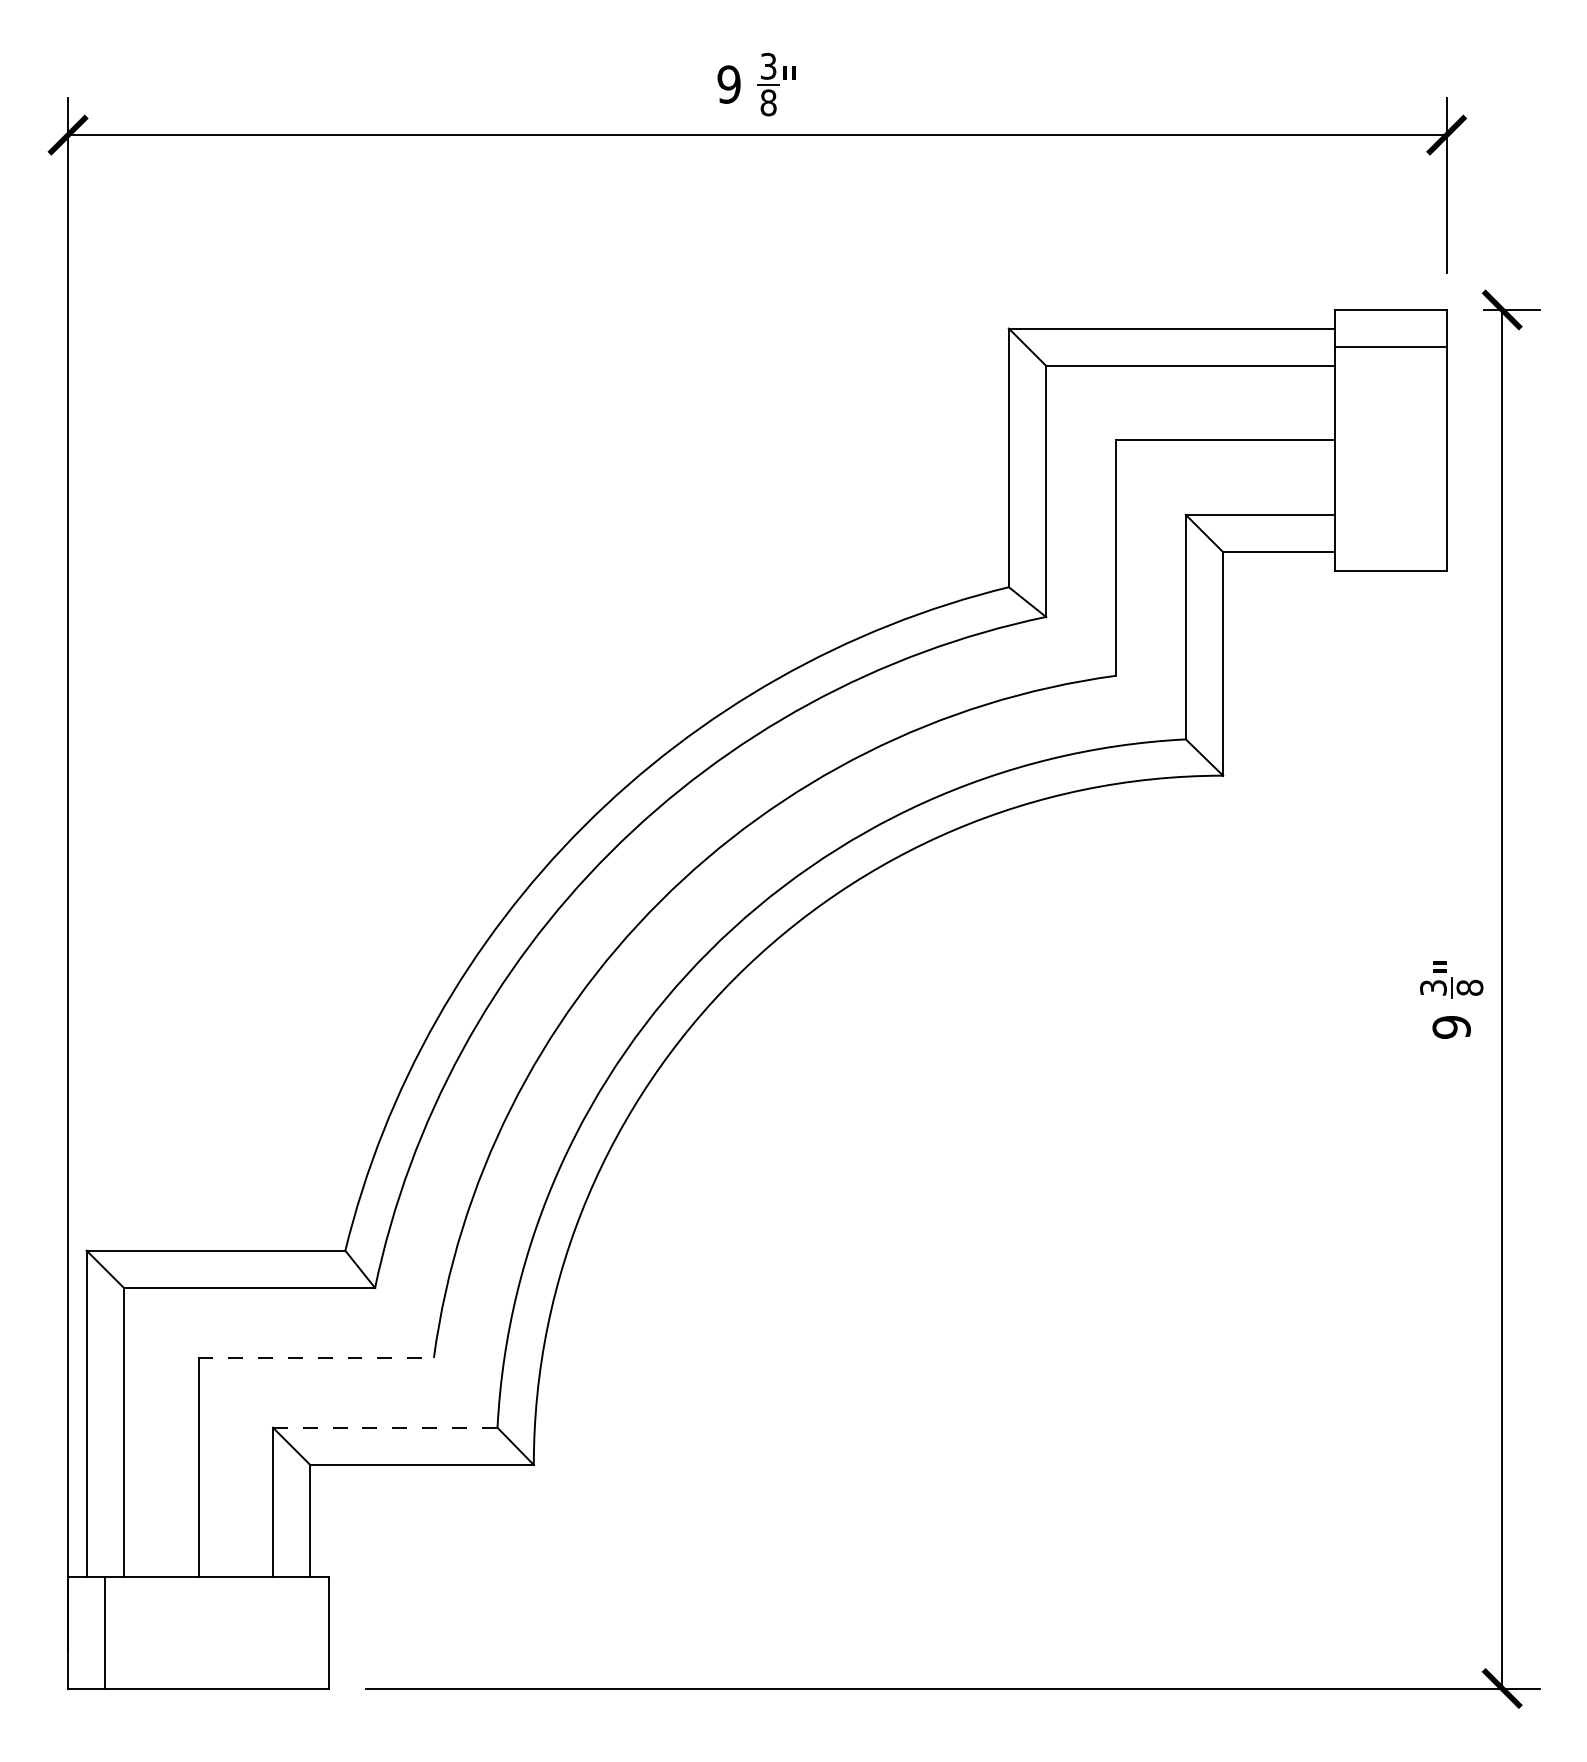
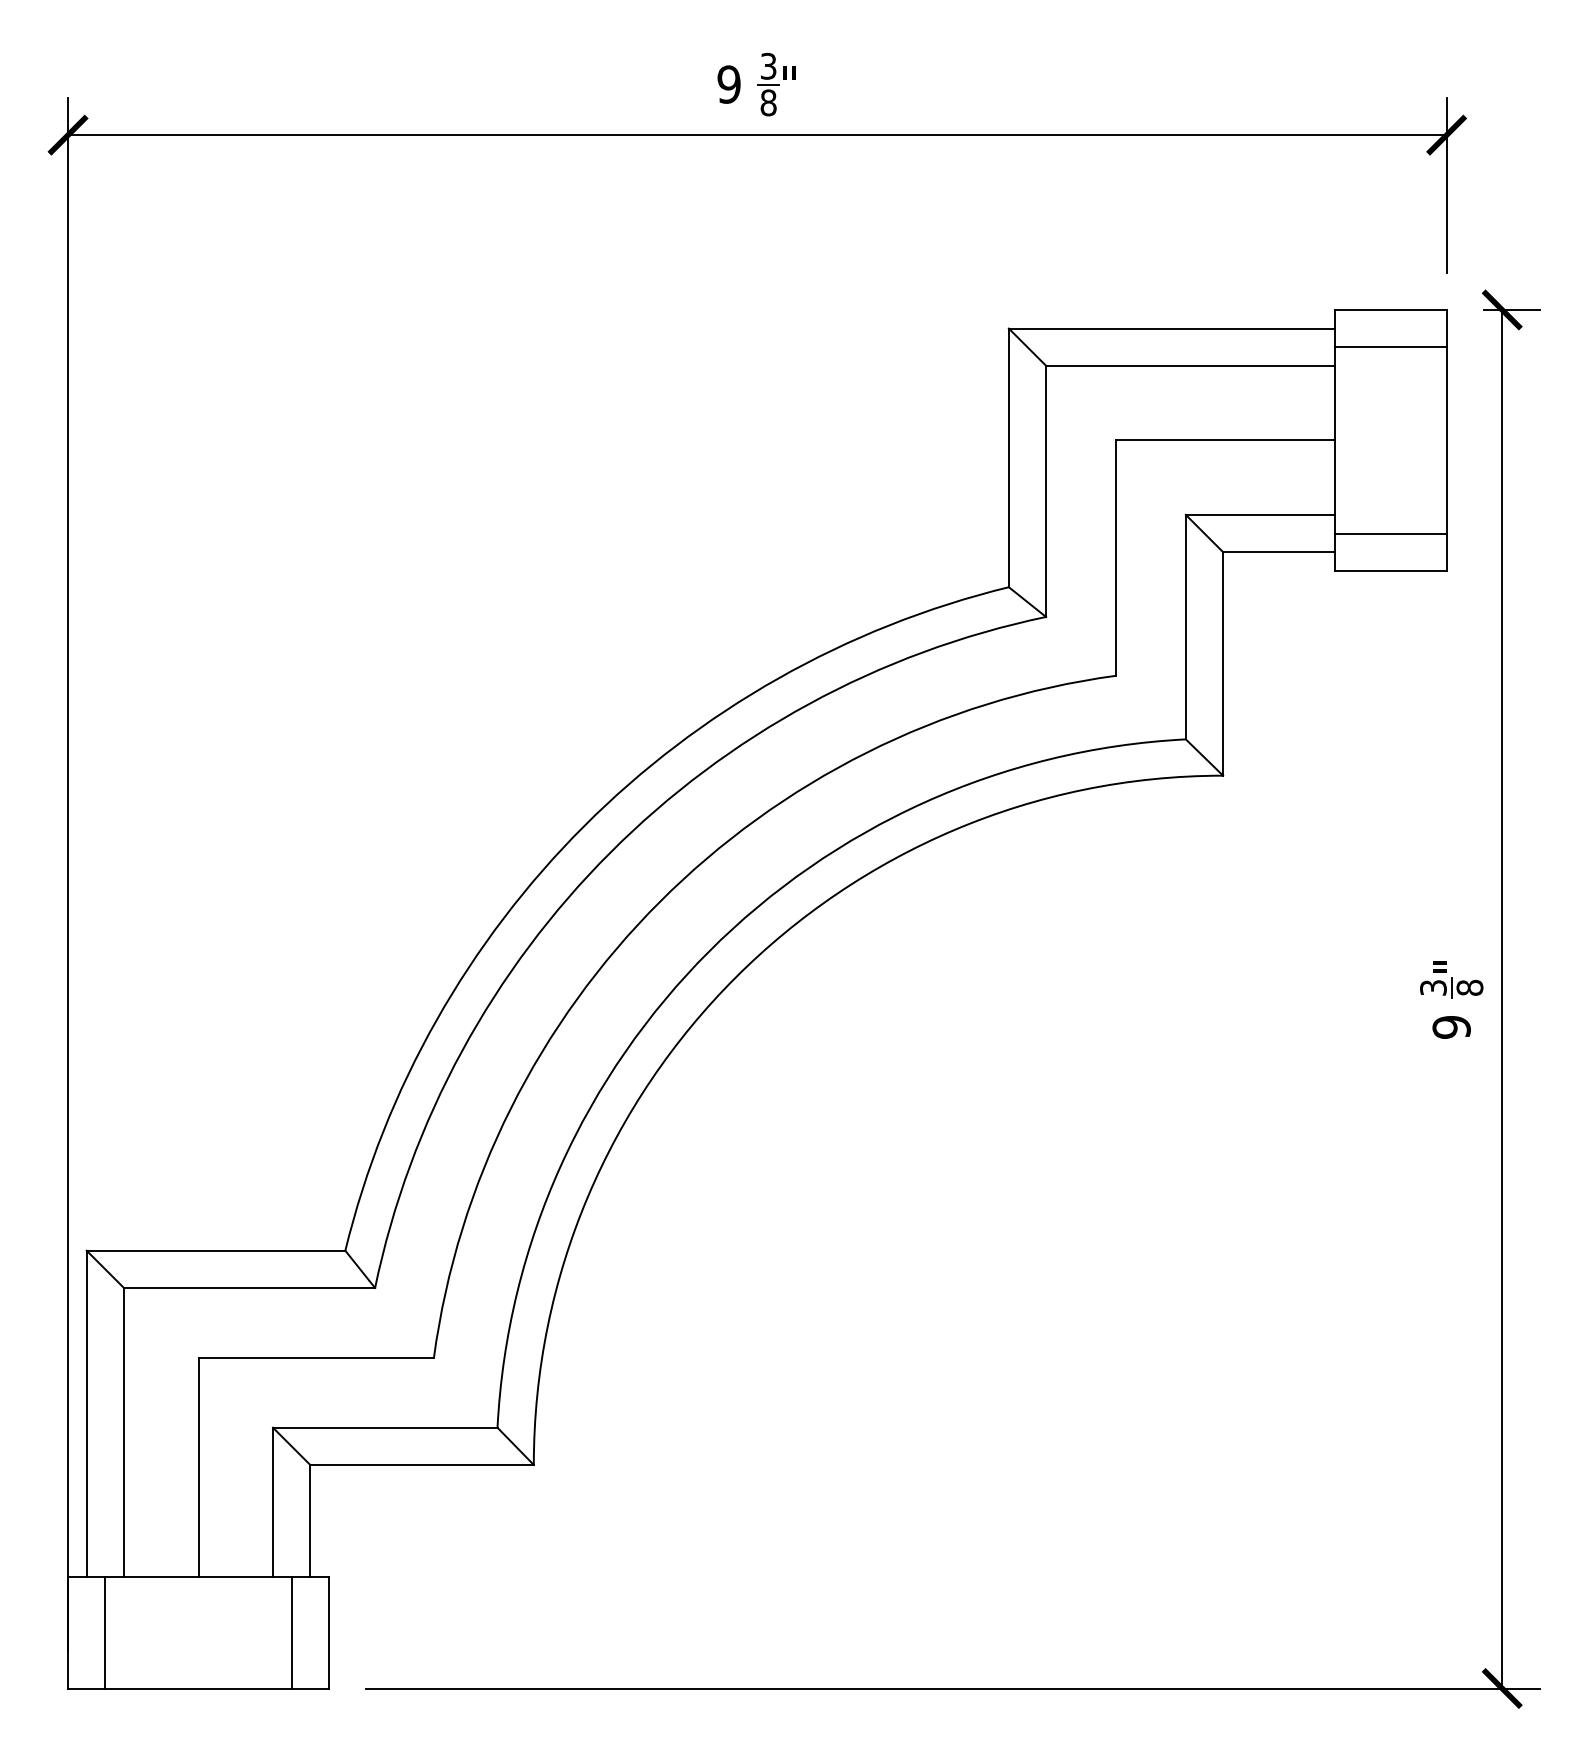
line at (1390, 533): none -> present
line at (316, 1357): dashed -> solid
line at (385, 1427): dashed -> solid
line at (291, 1632): none -> present
